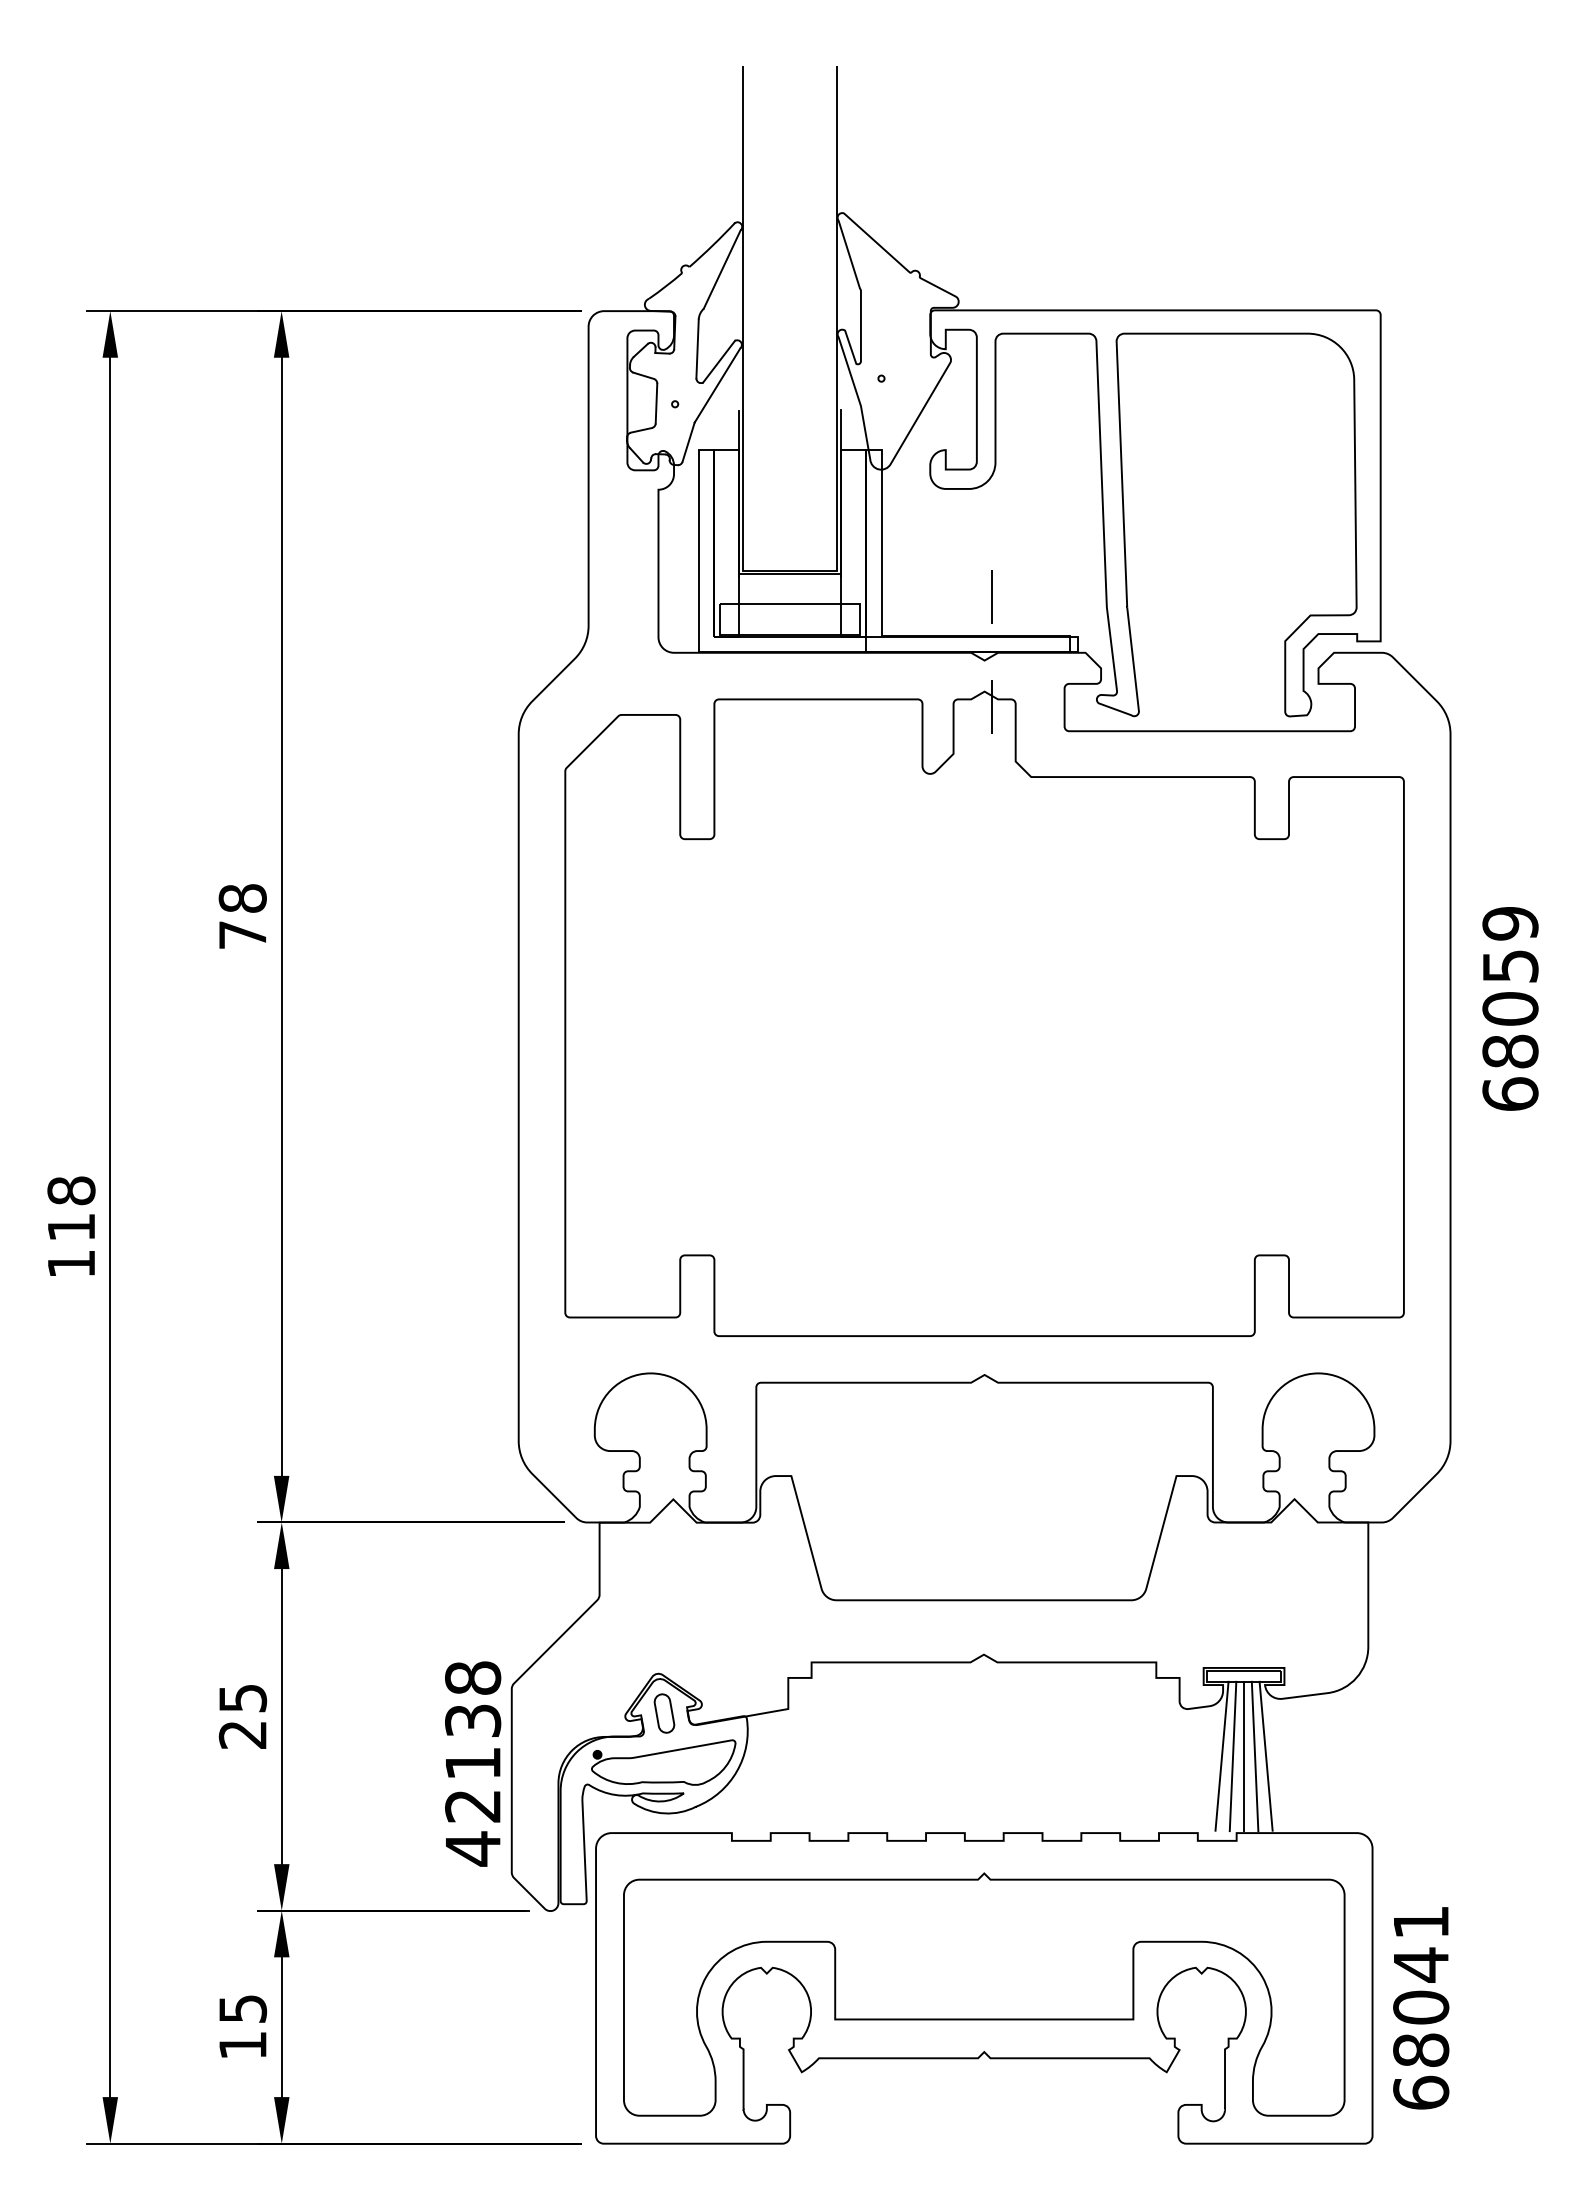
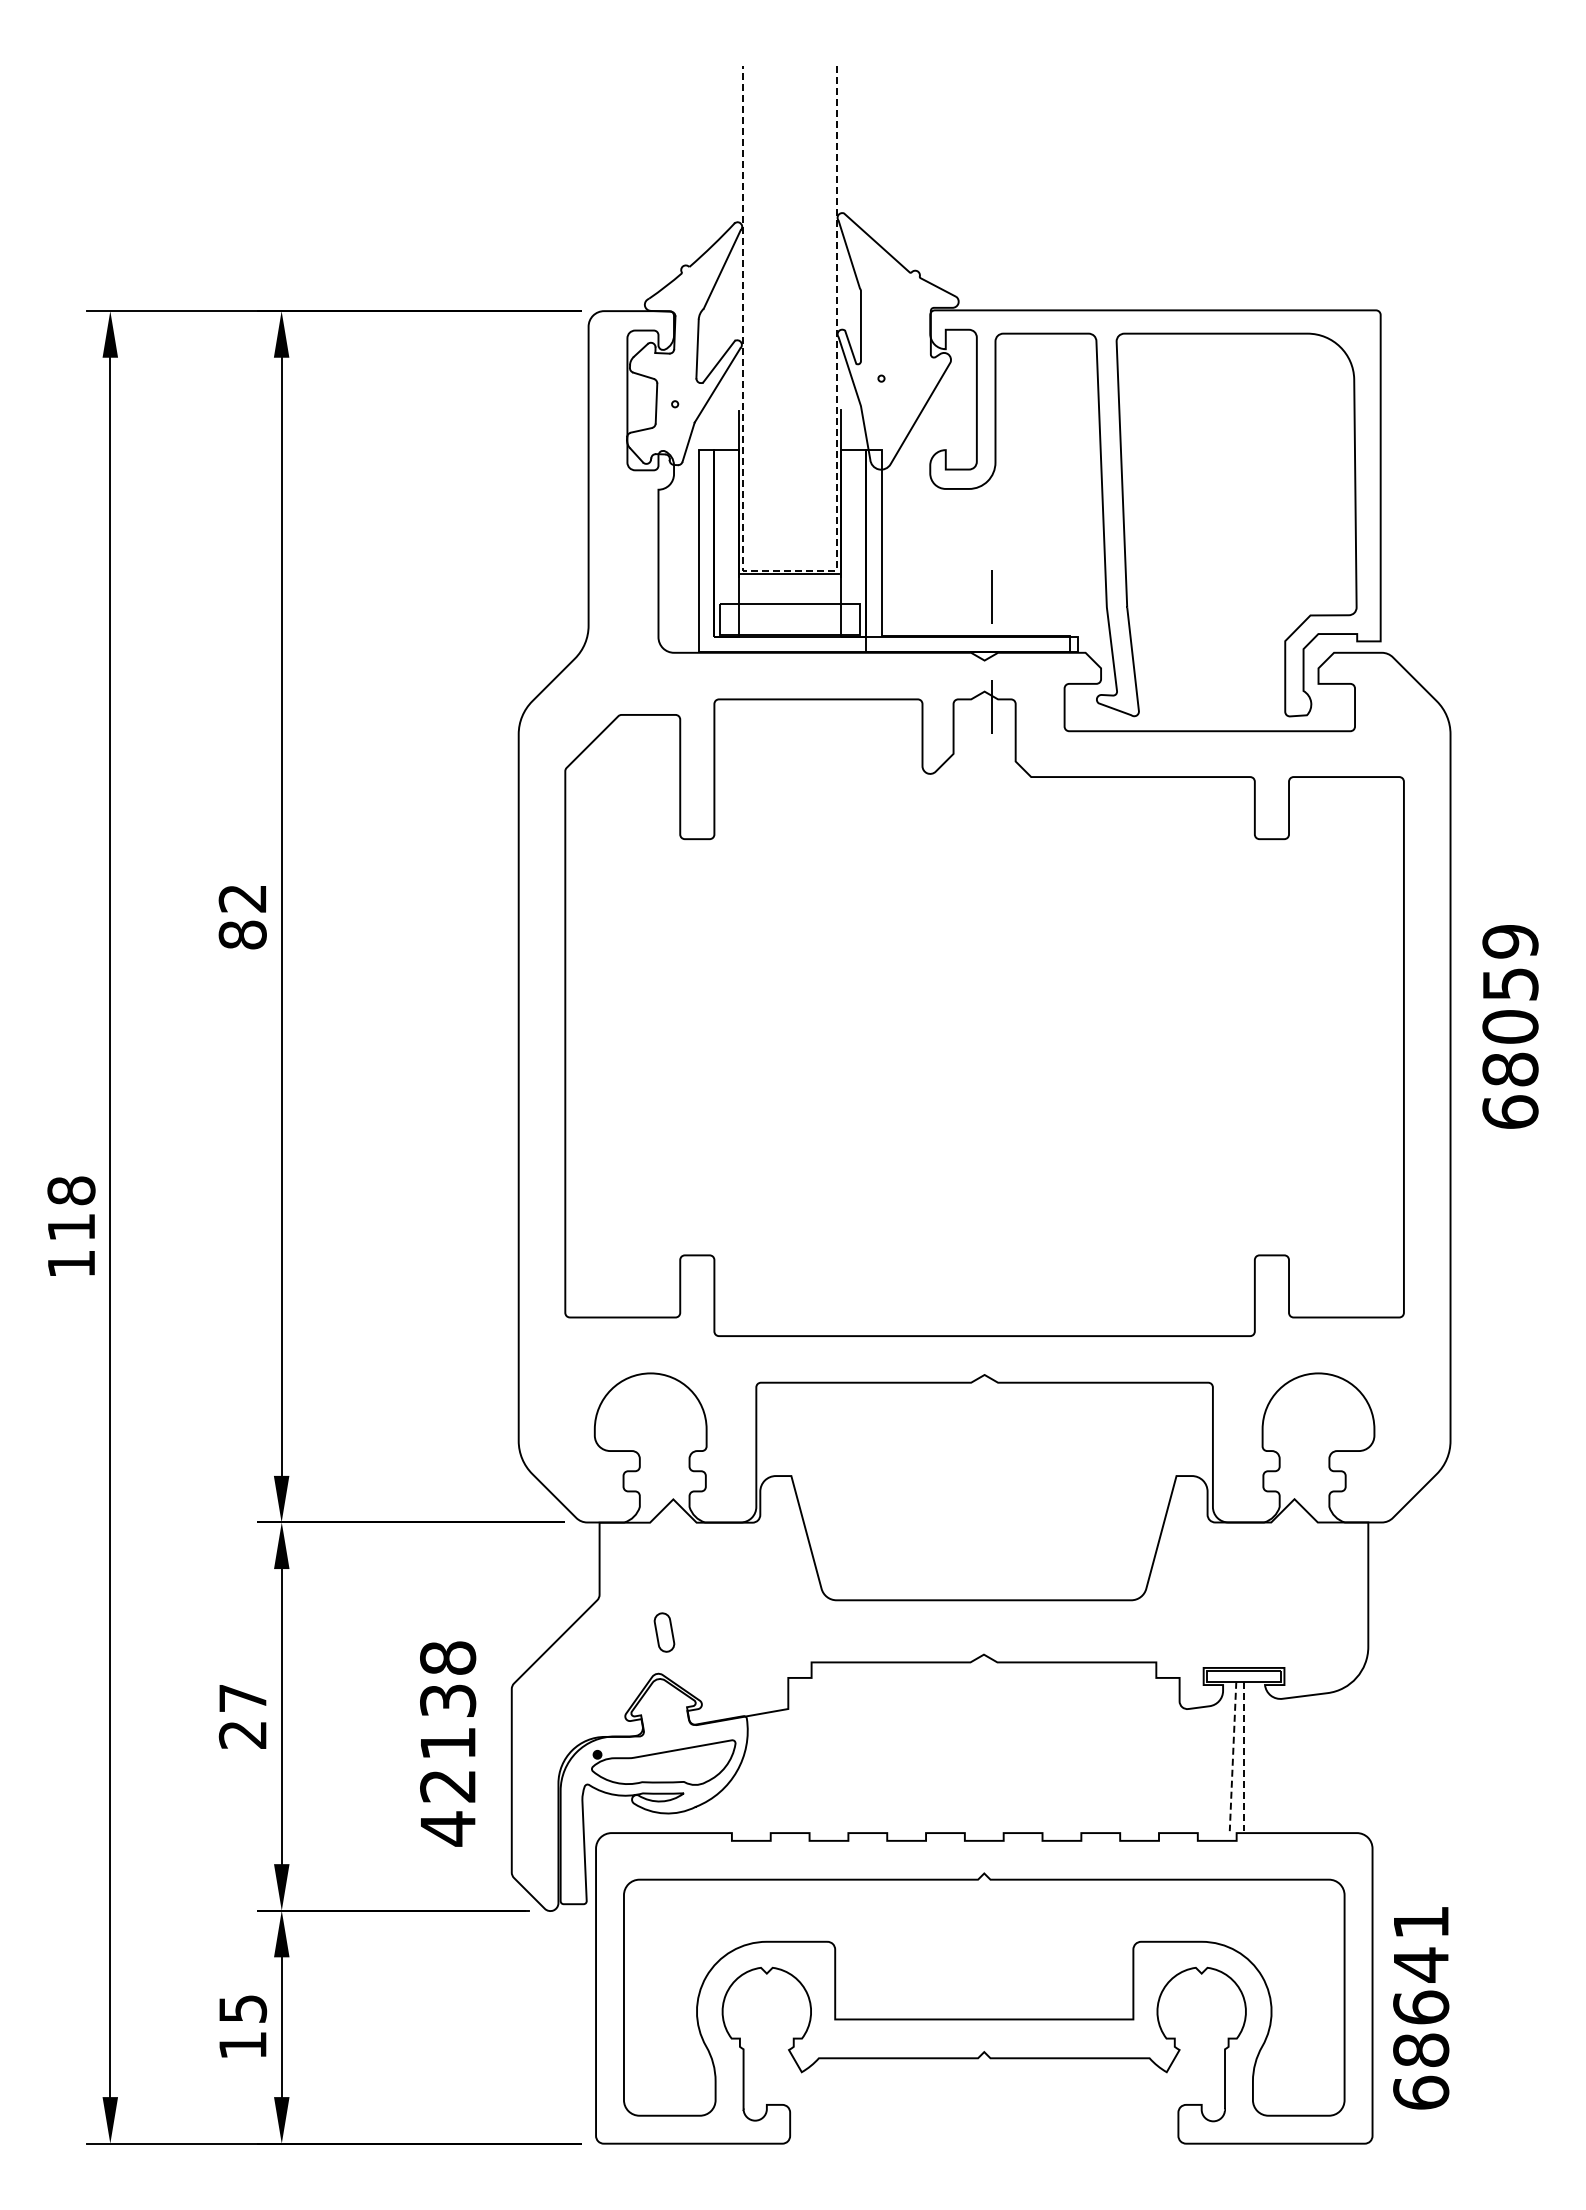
line at (790, 571): solid -> dashed
text at (242, 916): 78 -> 82
text at (1510, 1008) position: (1510, 1008) -> (1510, 1026)
text at (243, 1698): 25 -> 27
part at (664, 1713) position: (664, 1713) -> (664, 1632)
line at (1221, 1755): present -> none
line at (1265, 1755): present -> none
line at (1233, 1756): solid -> dashed
line at (1244, 1756): solid -> dashed
line at (1254, 1756): present -> none
text at (473, 1763) position: (473, 1763) -> (448, 1743)
text at (1421, 2007): 68041 -> 68641
